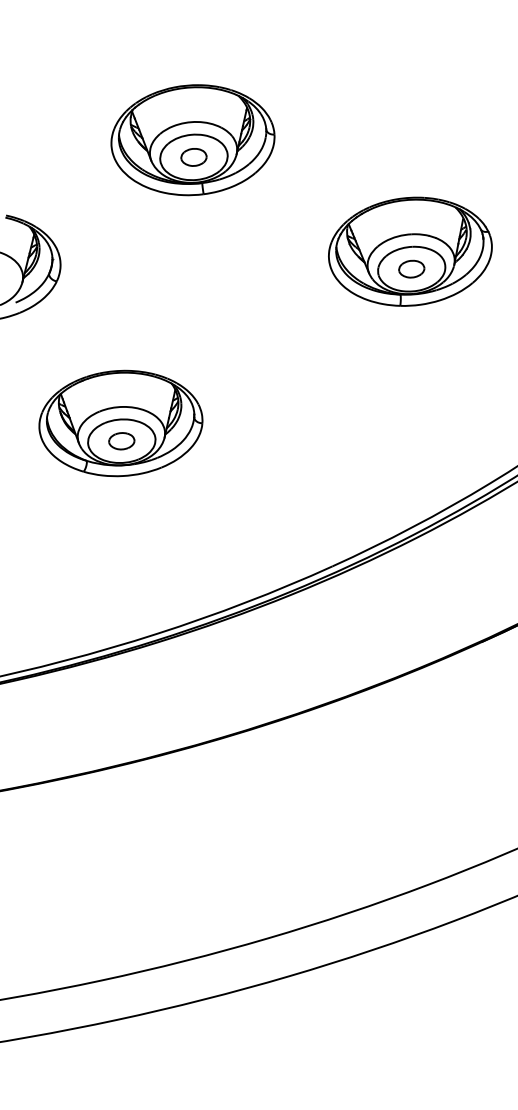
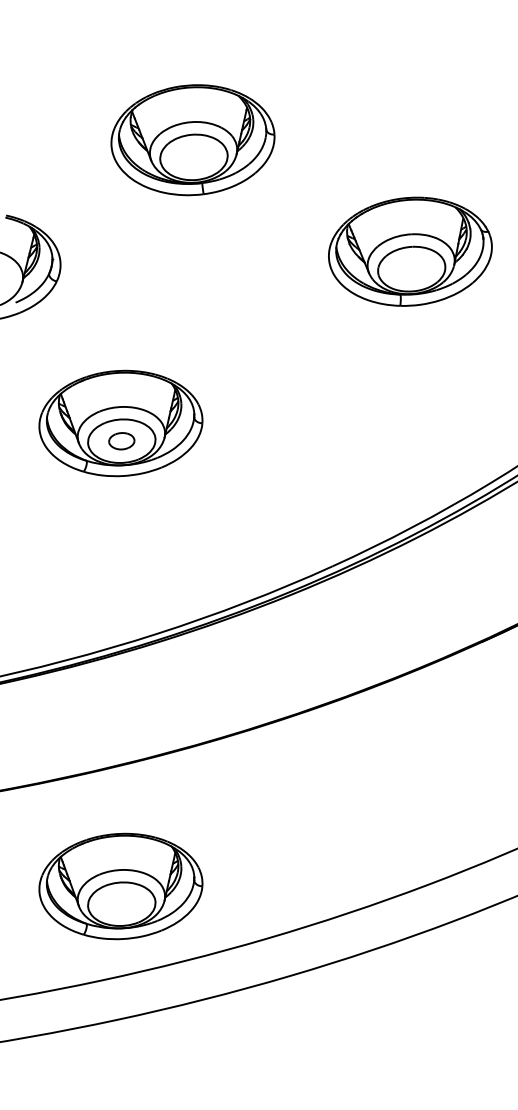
part at (193, 157): present -> none
part at (411, 268): present -> none
part at (120, 886): none -> present
